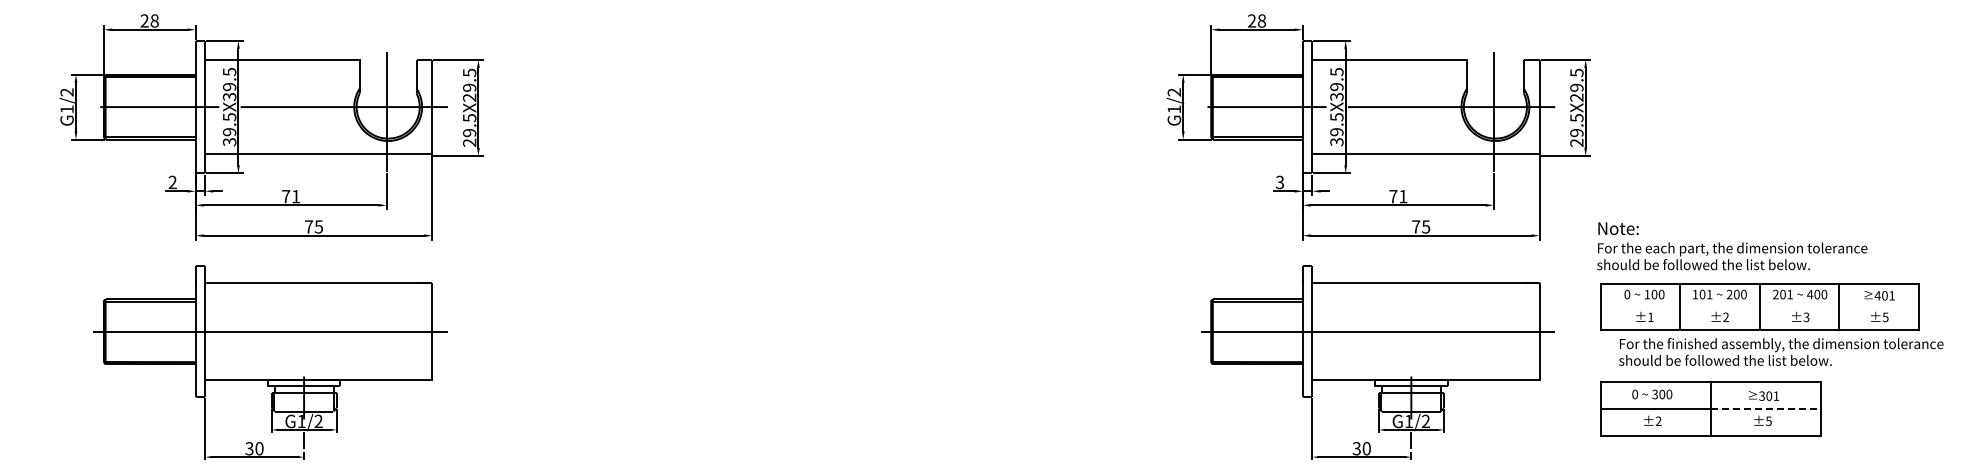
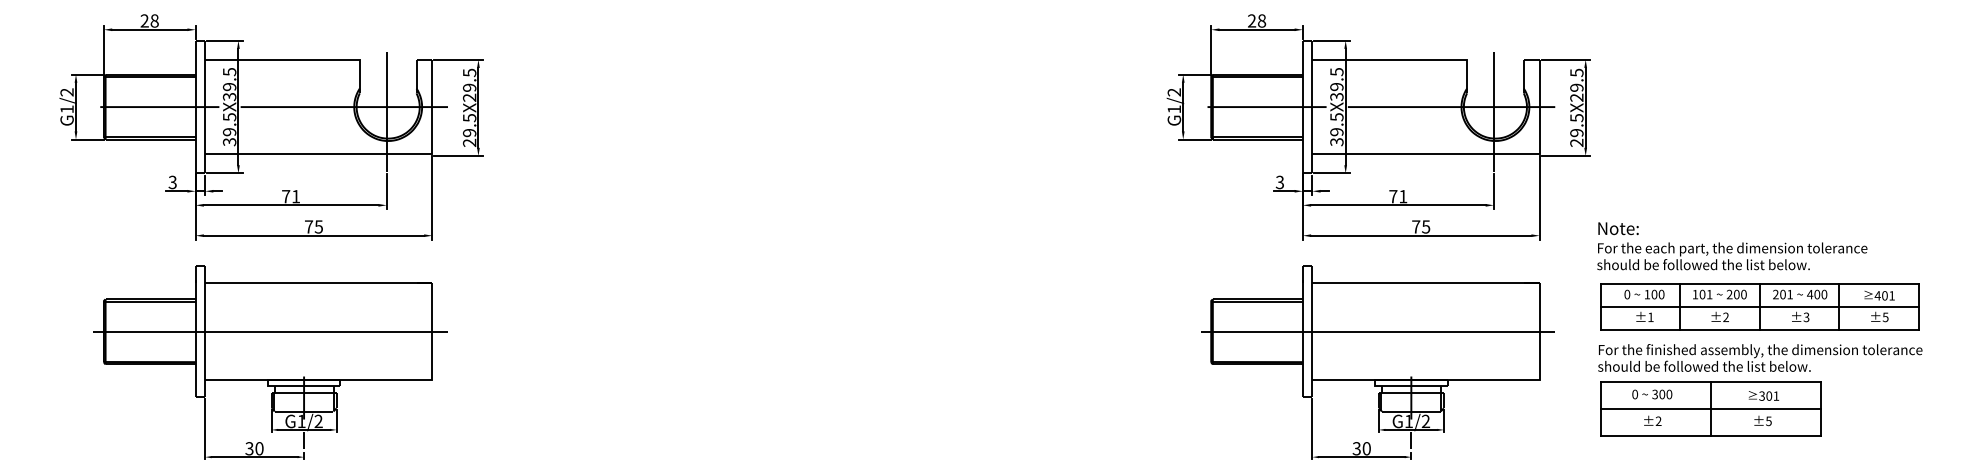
text at (172, 182): 2 -> 3
line at (1759, 307): none -> present
text at (1781, 351) position: (1781, 351) -> (1760, 357)
line at (1766, 408): dashed -> solid
